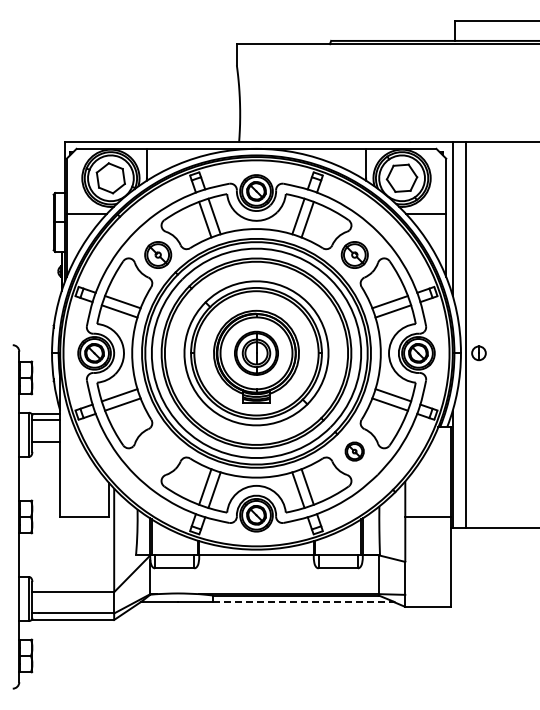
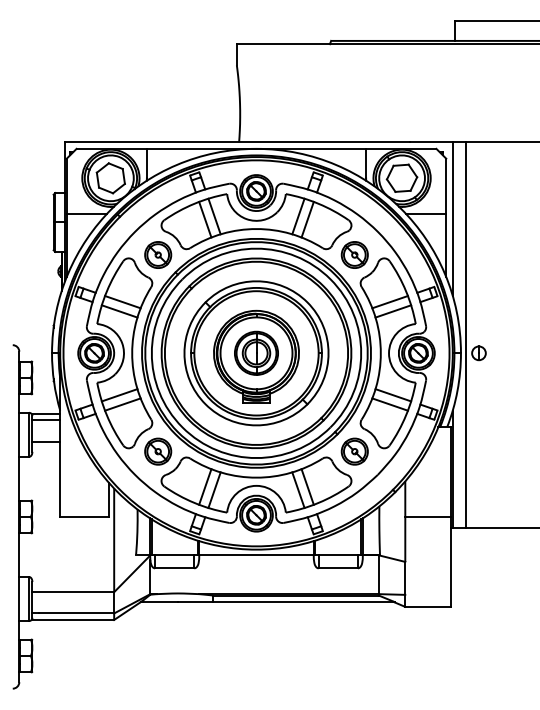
part at (158, 451): none -> present
part at (354, 451) size: 21x21 px -> 29x29 px
line at (303, 602): dashed -> solid
